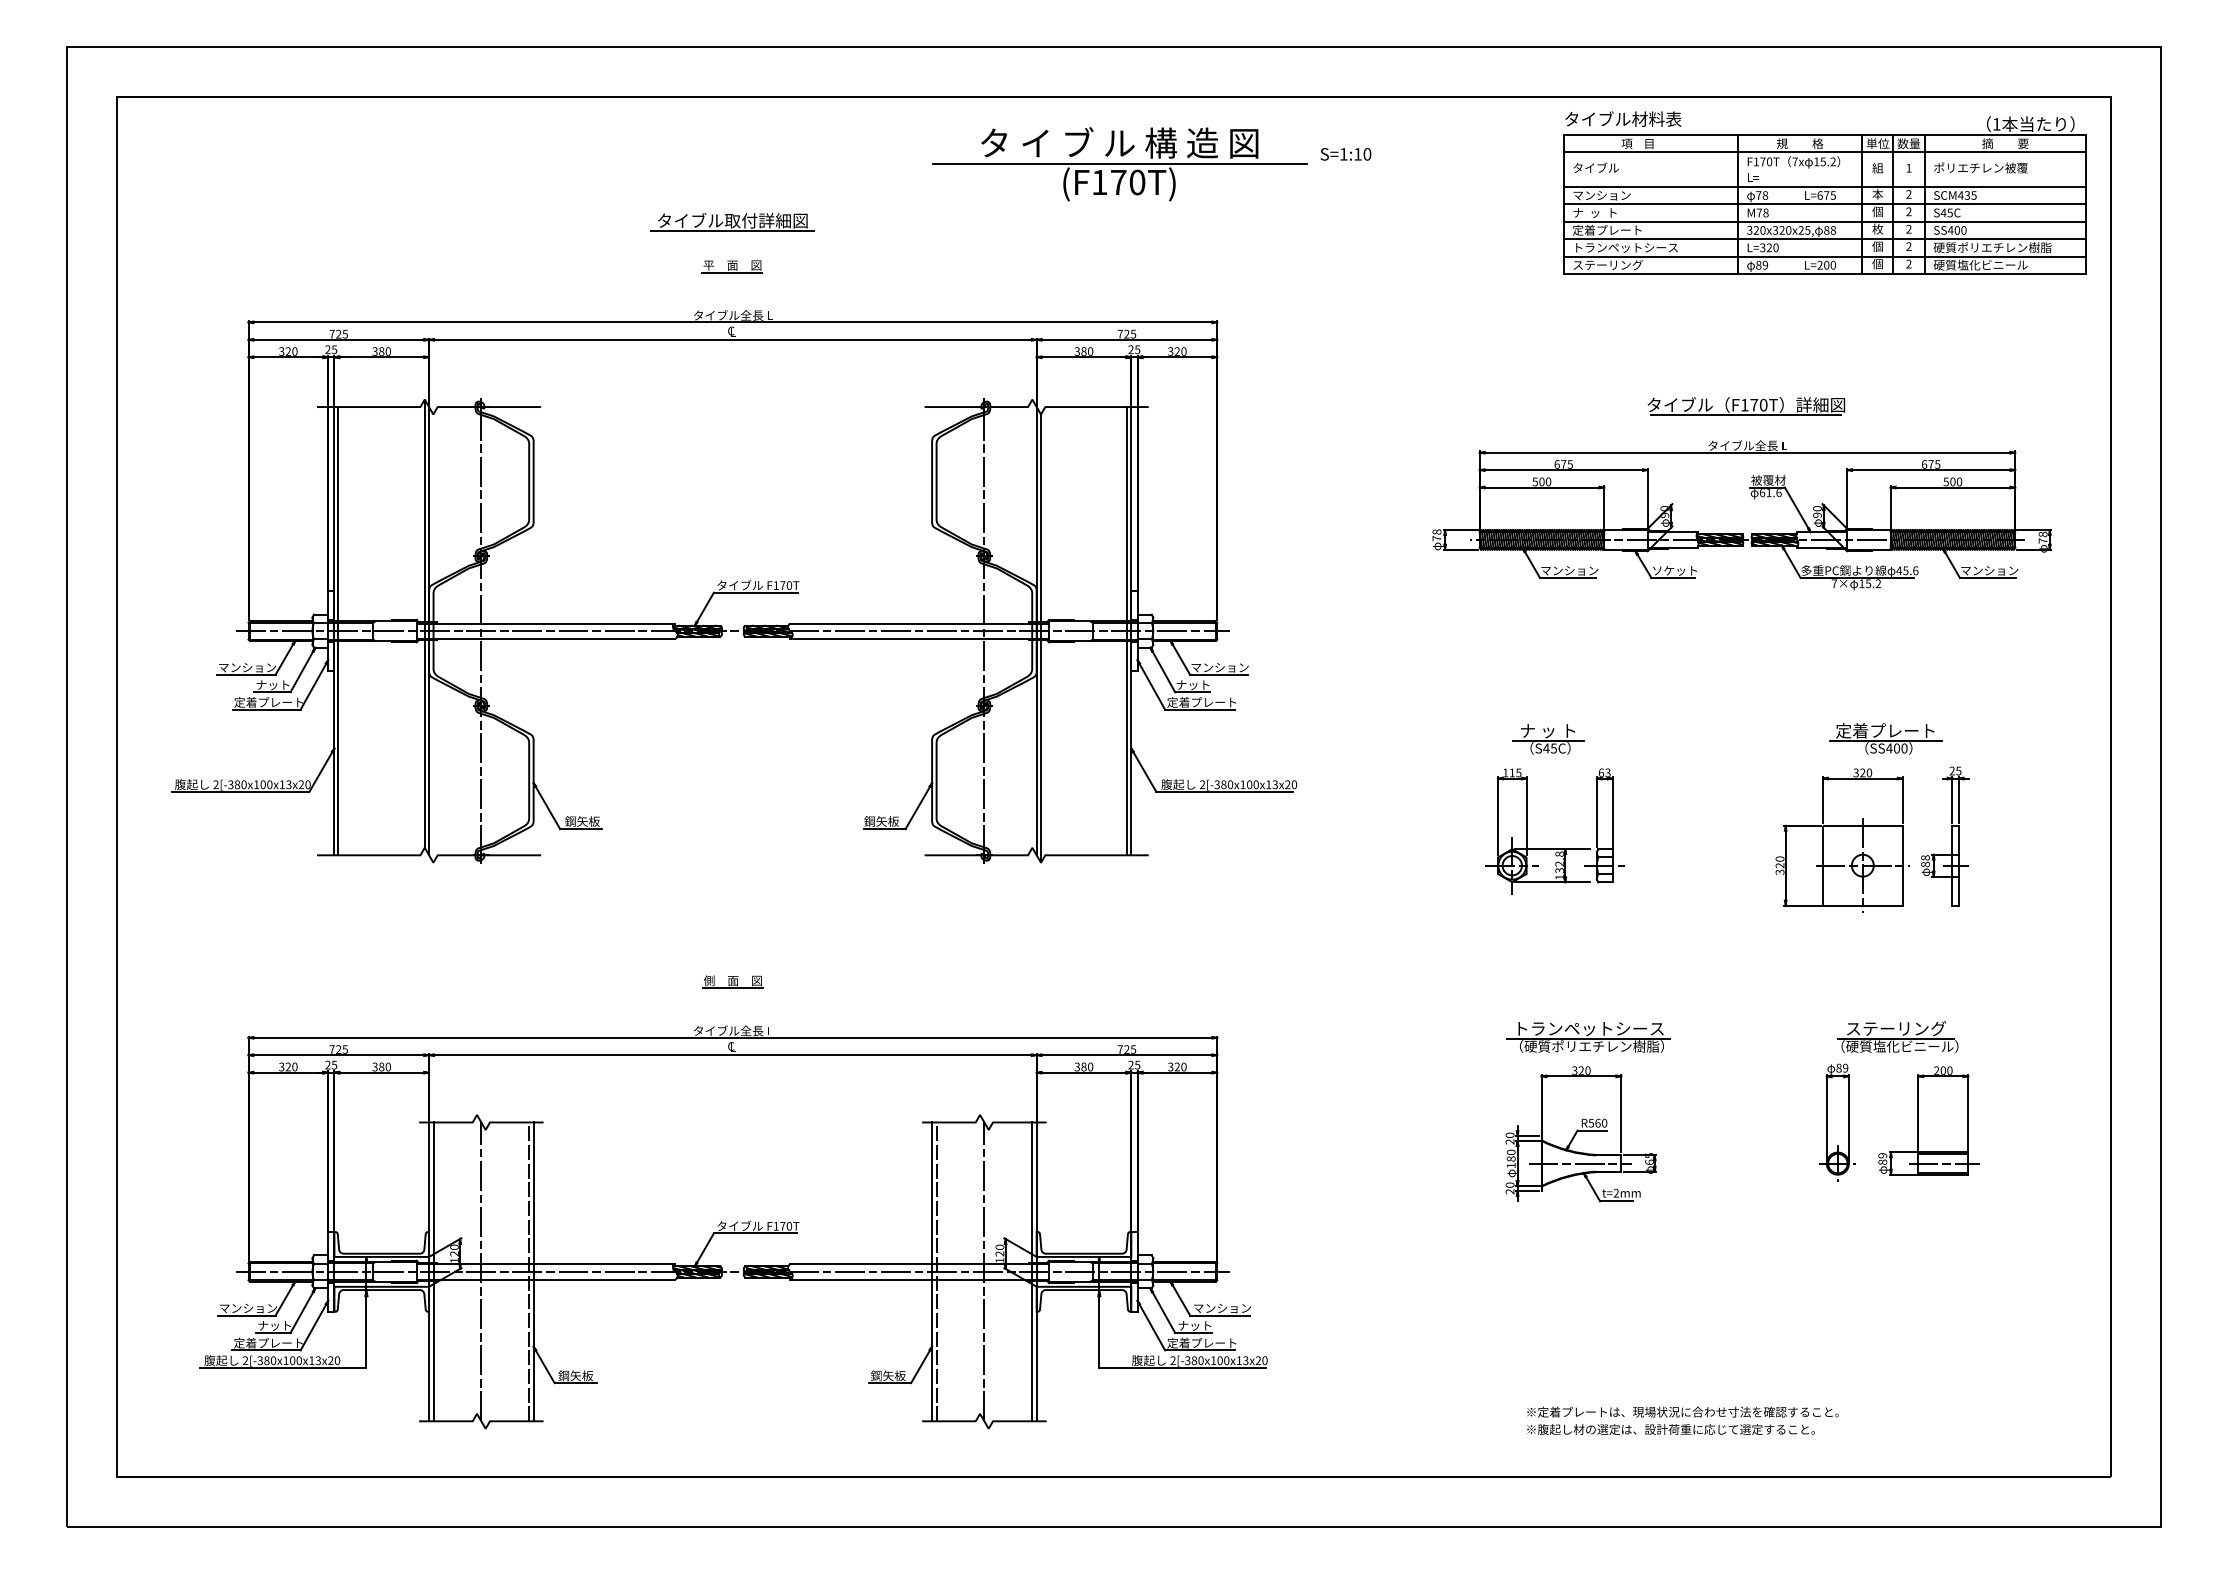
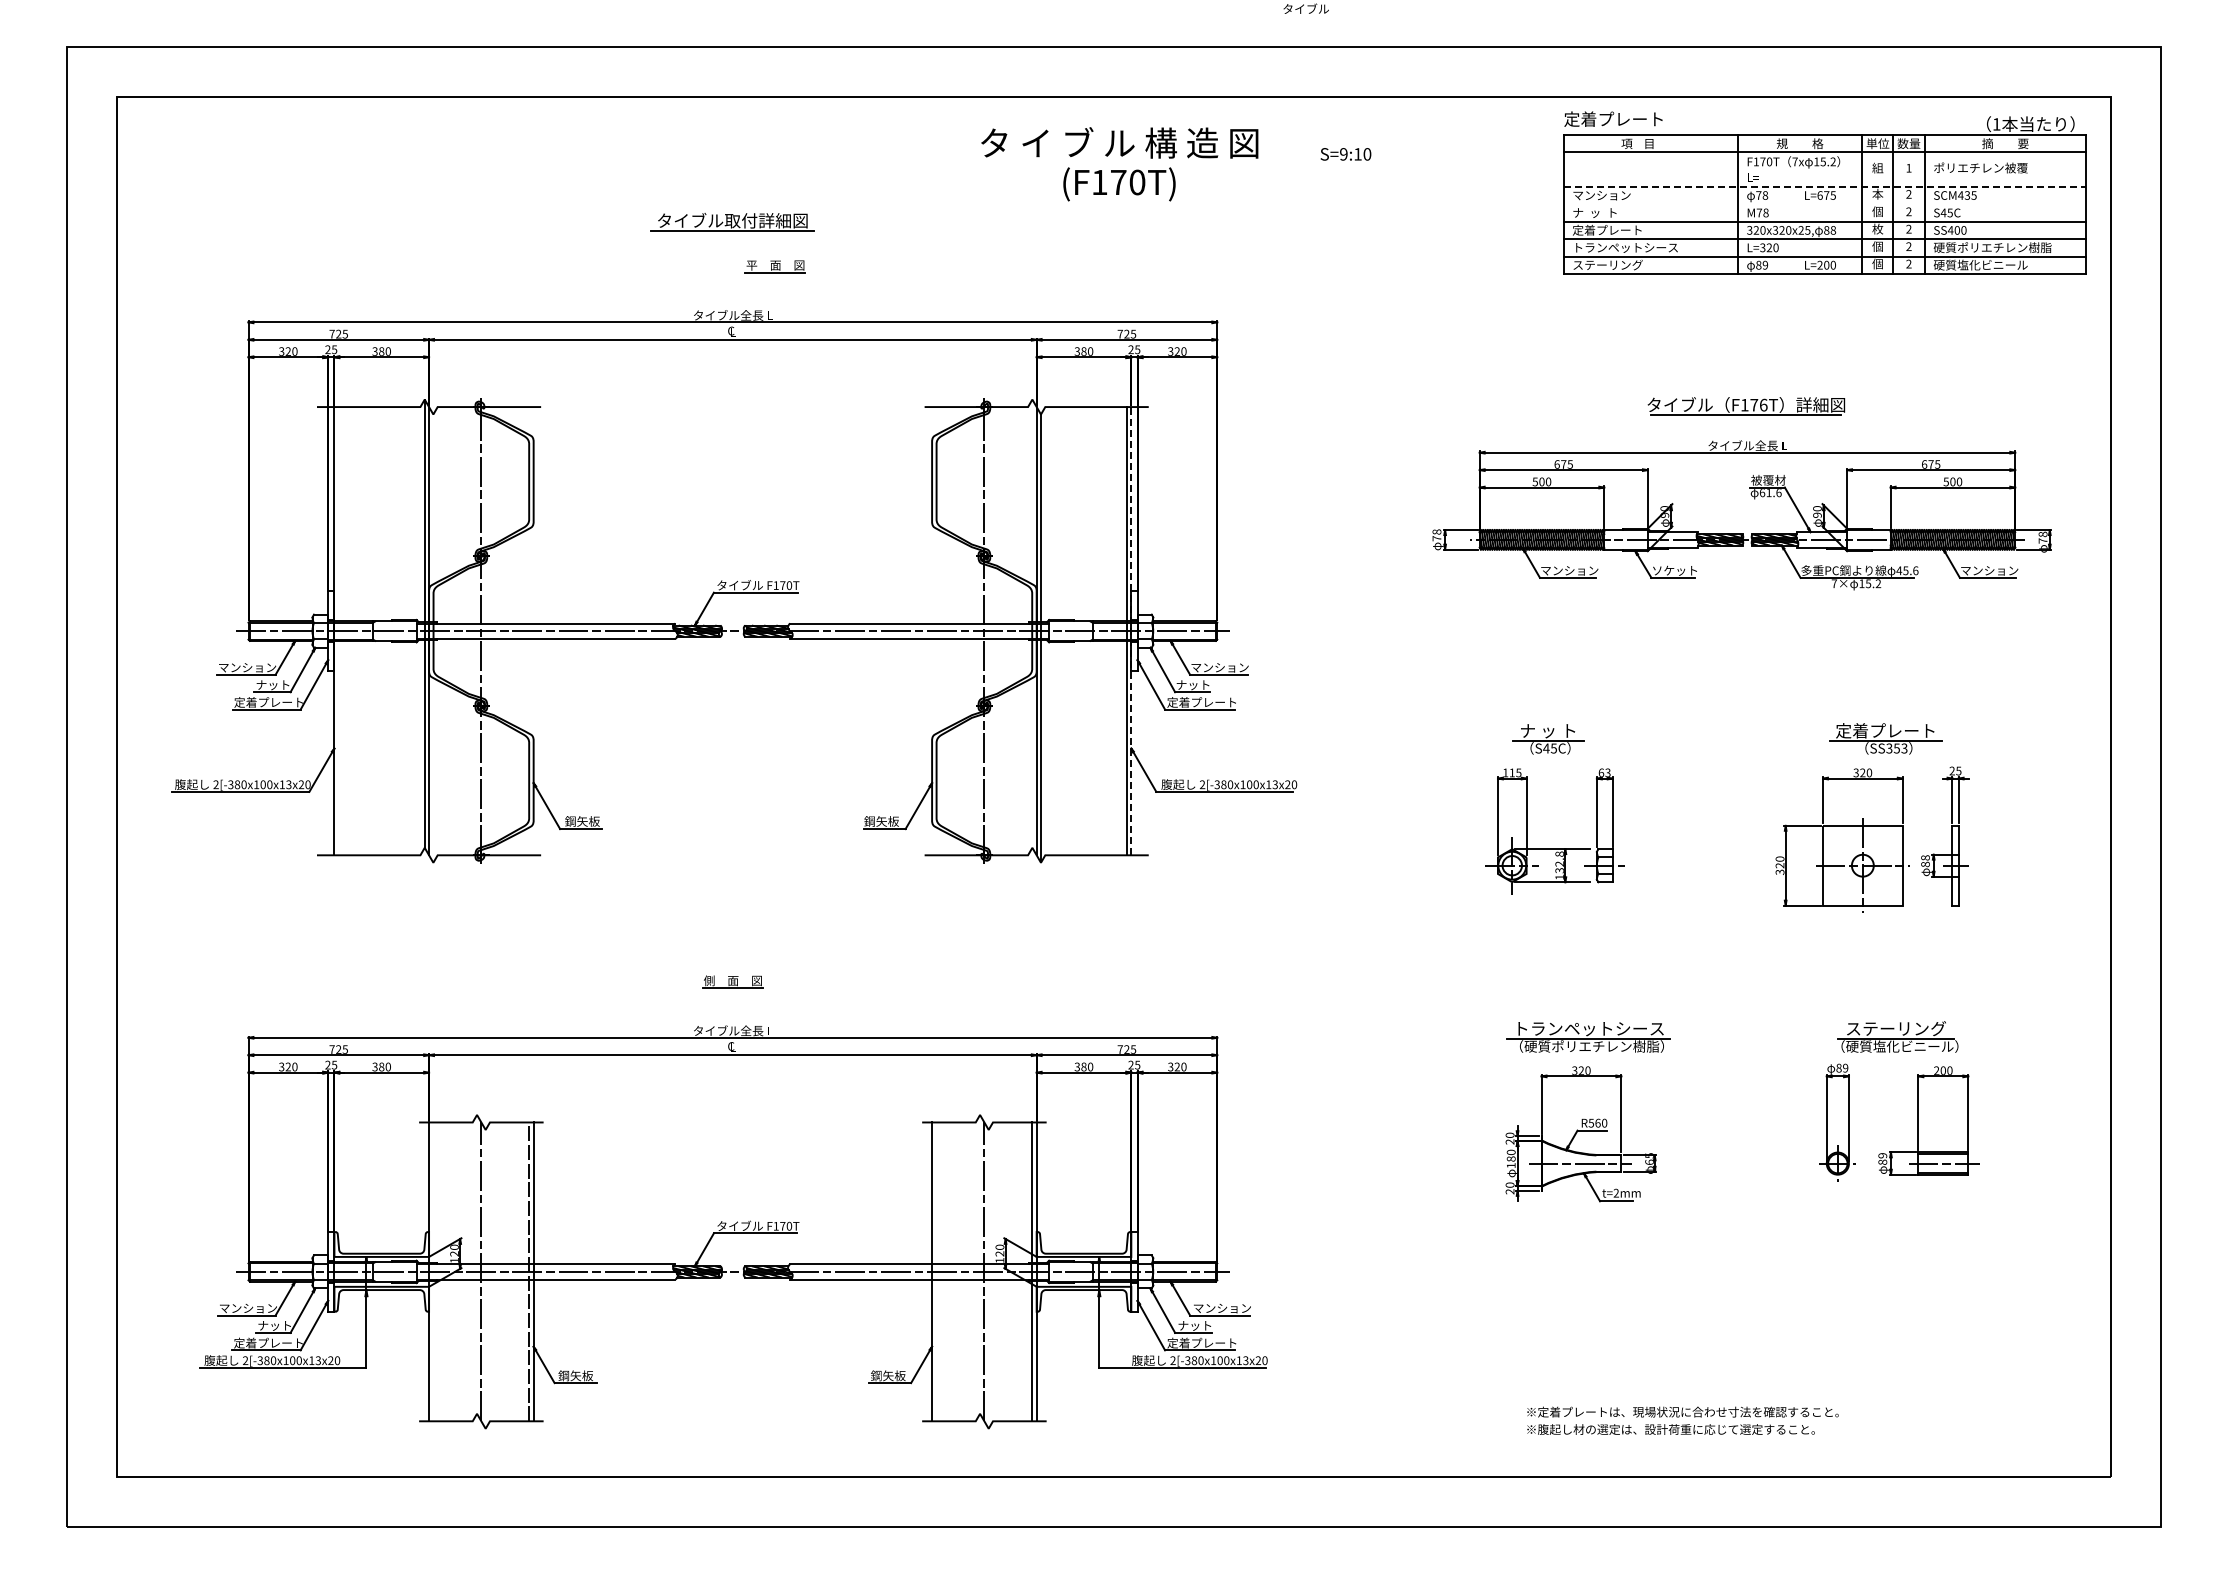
text at (1622, 118): タイブル材料表 -> 定着プレート
text at (1343, 154): S=1:10 -> S=9:10
line at (1119, 164): present -> none
text at (1595, 167) position: (1595, 167) -> (1305, 8)
line at (1825, 186): solid -> dashed
line at (1824, 204): present -> none
part at (731, 266) position: (731, 266) -> (774, 266)
text at (1763, 404): F170T -> F176T
line at (1131, 630): solid -> dashed
line at (338, 631): present -> none
text at (1896, 748): SS400 -> SS353
line at (433, 1271): present -> none
line at (936, 1271): present -> none
